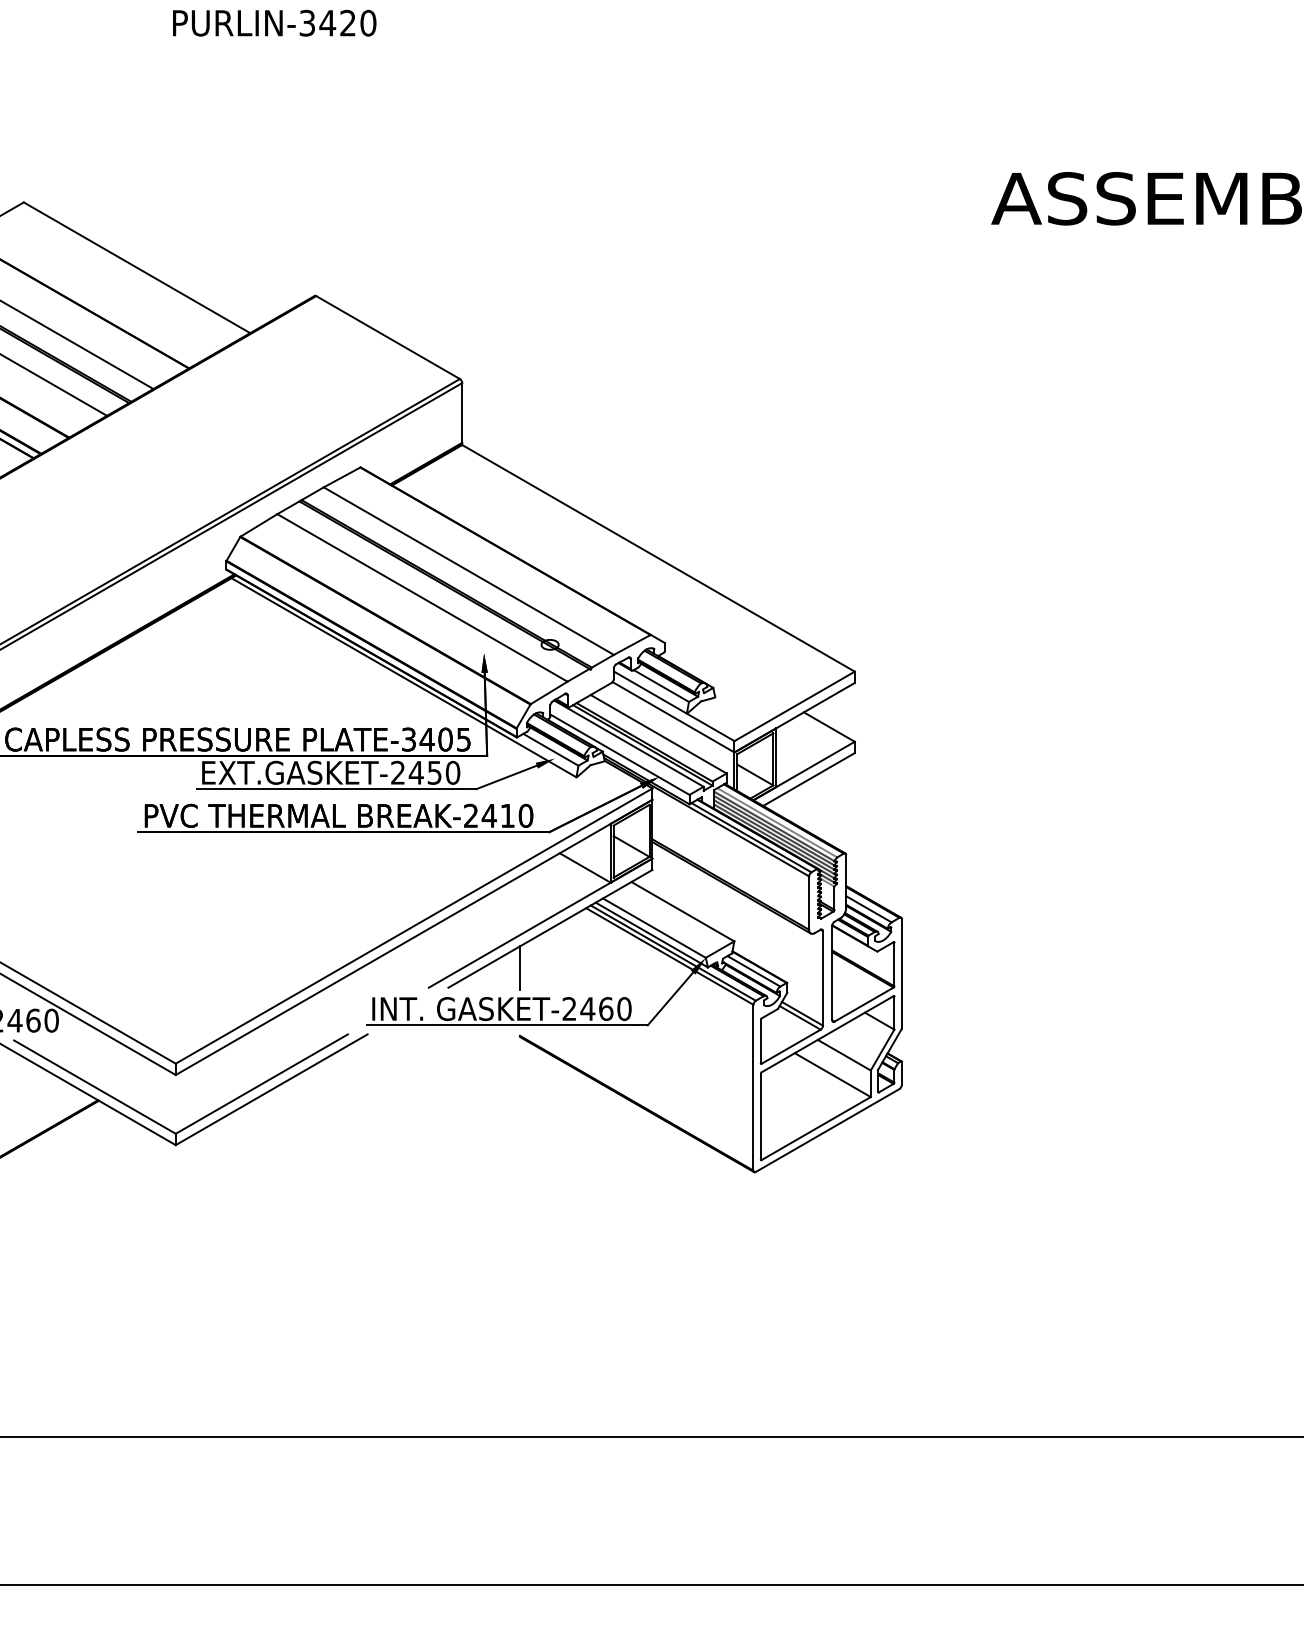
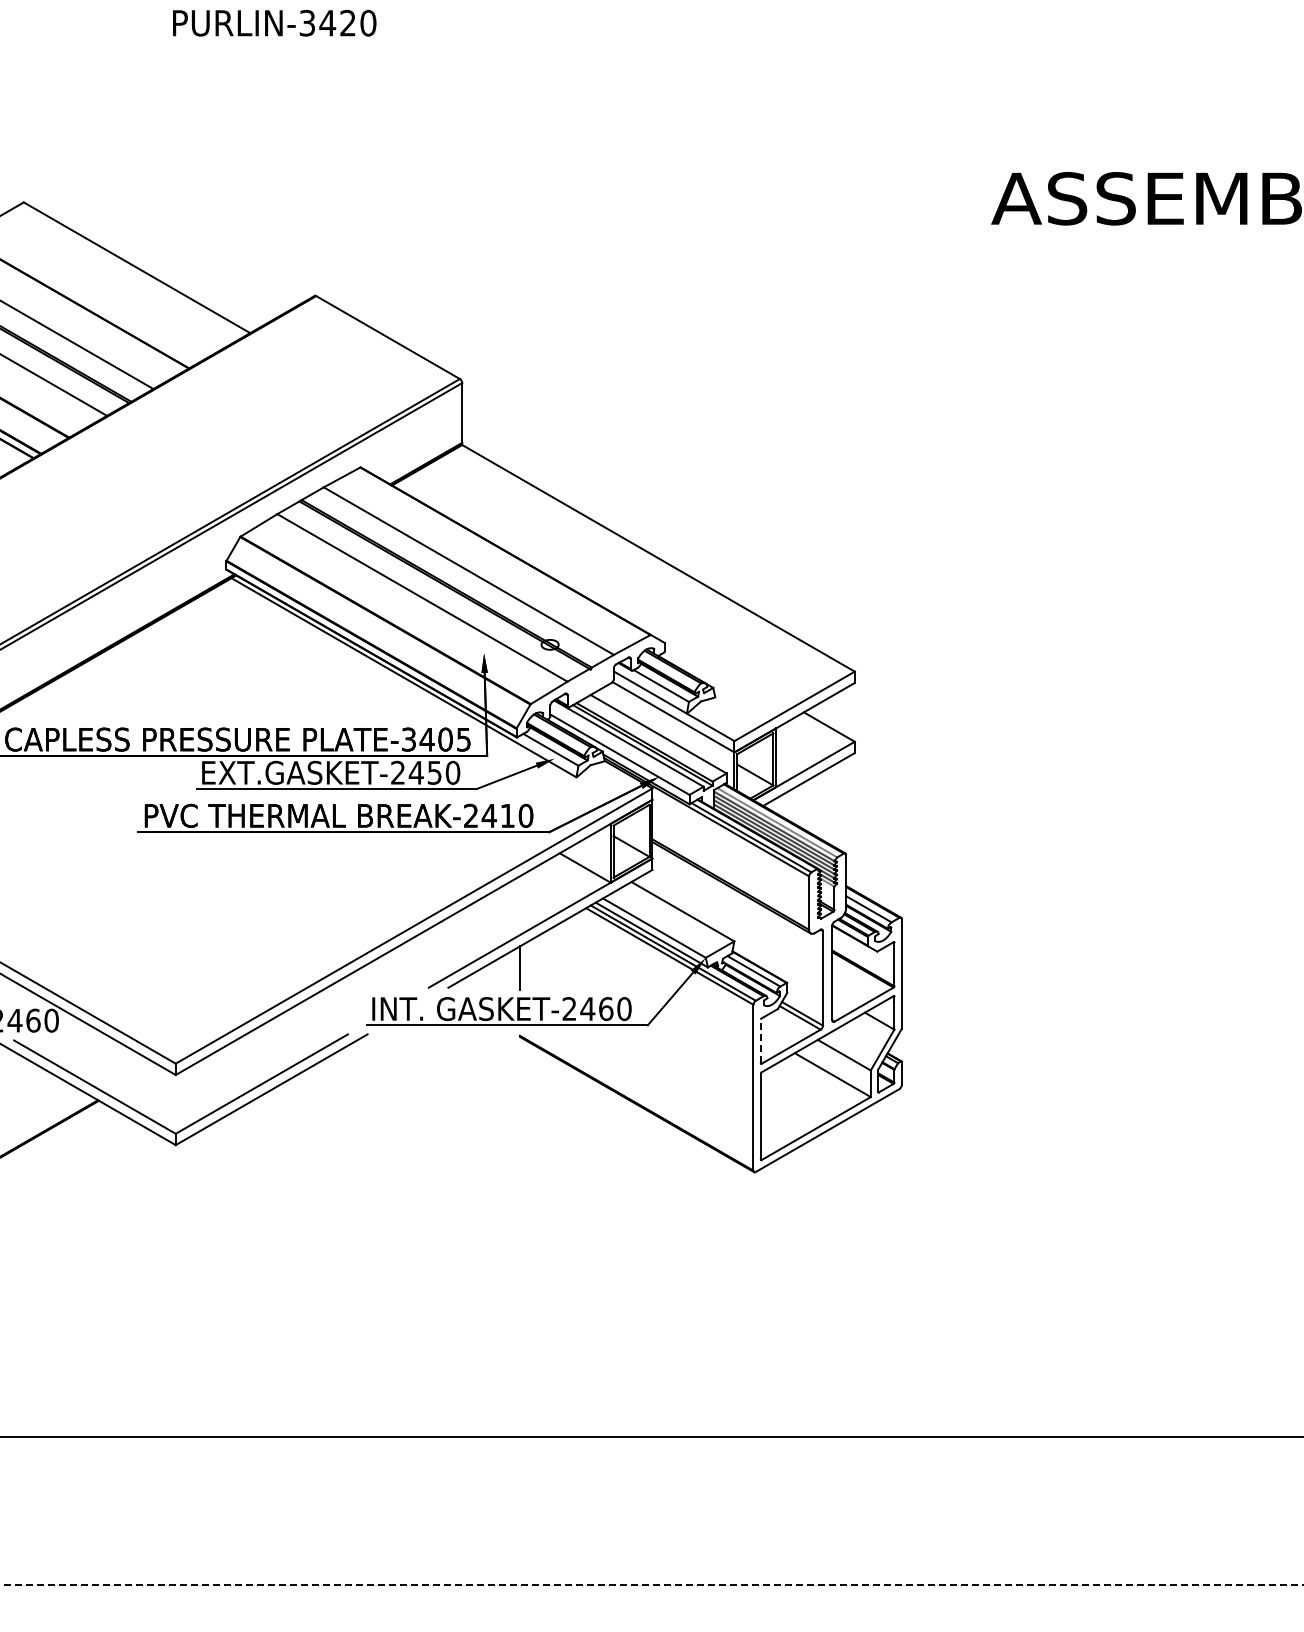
line at (760, 1041): solid -> dashed
line at (652, 1585): solid -> dashed
